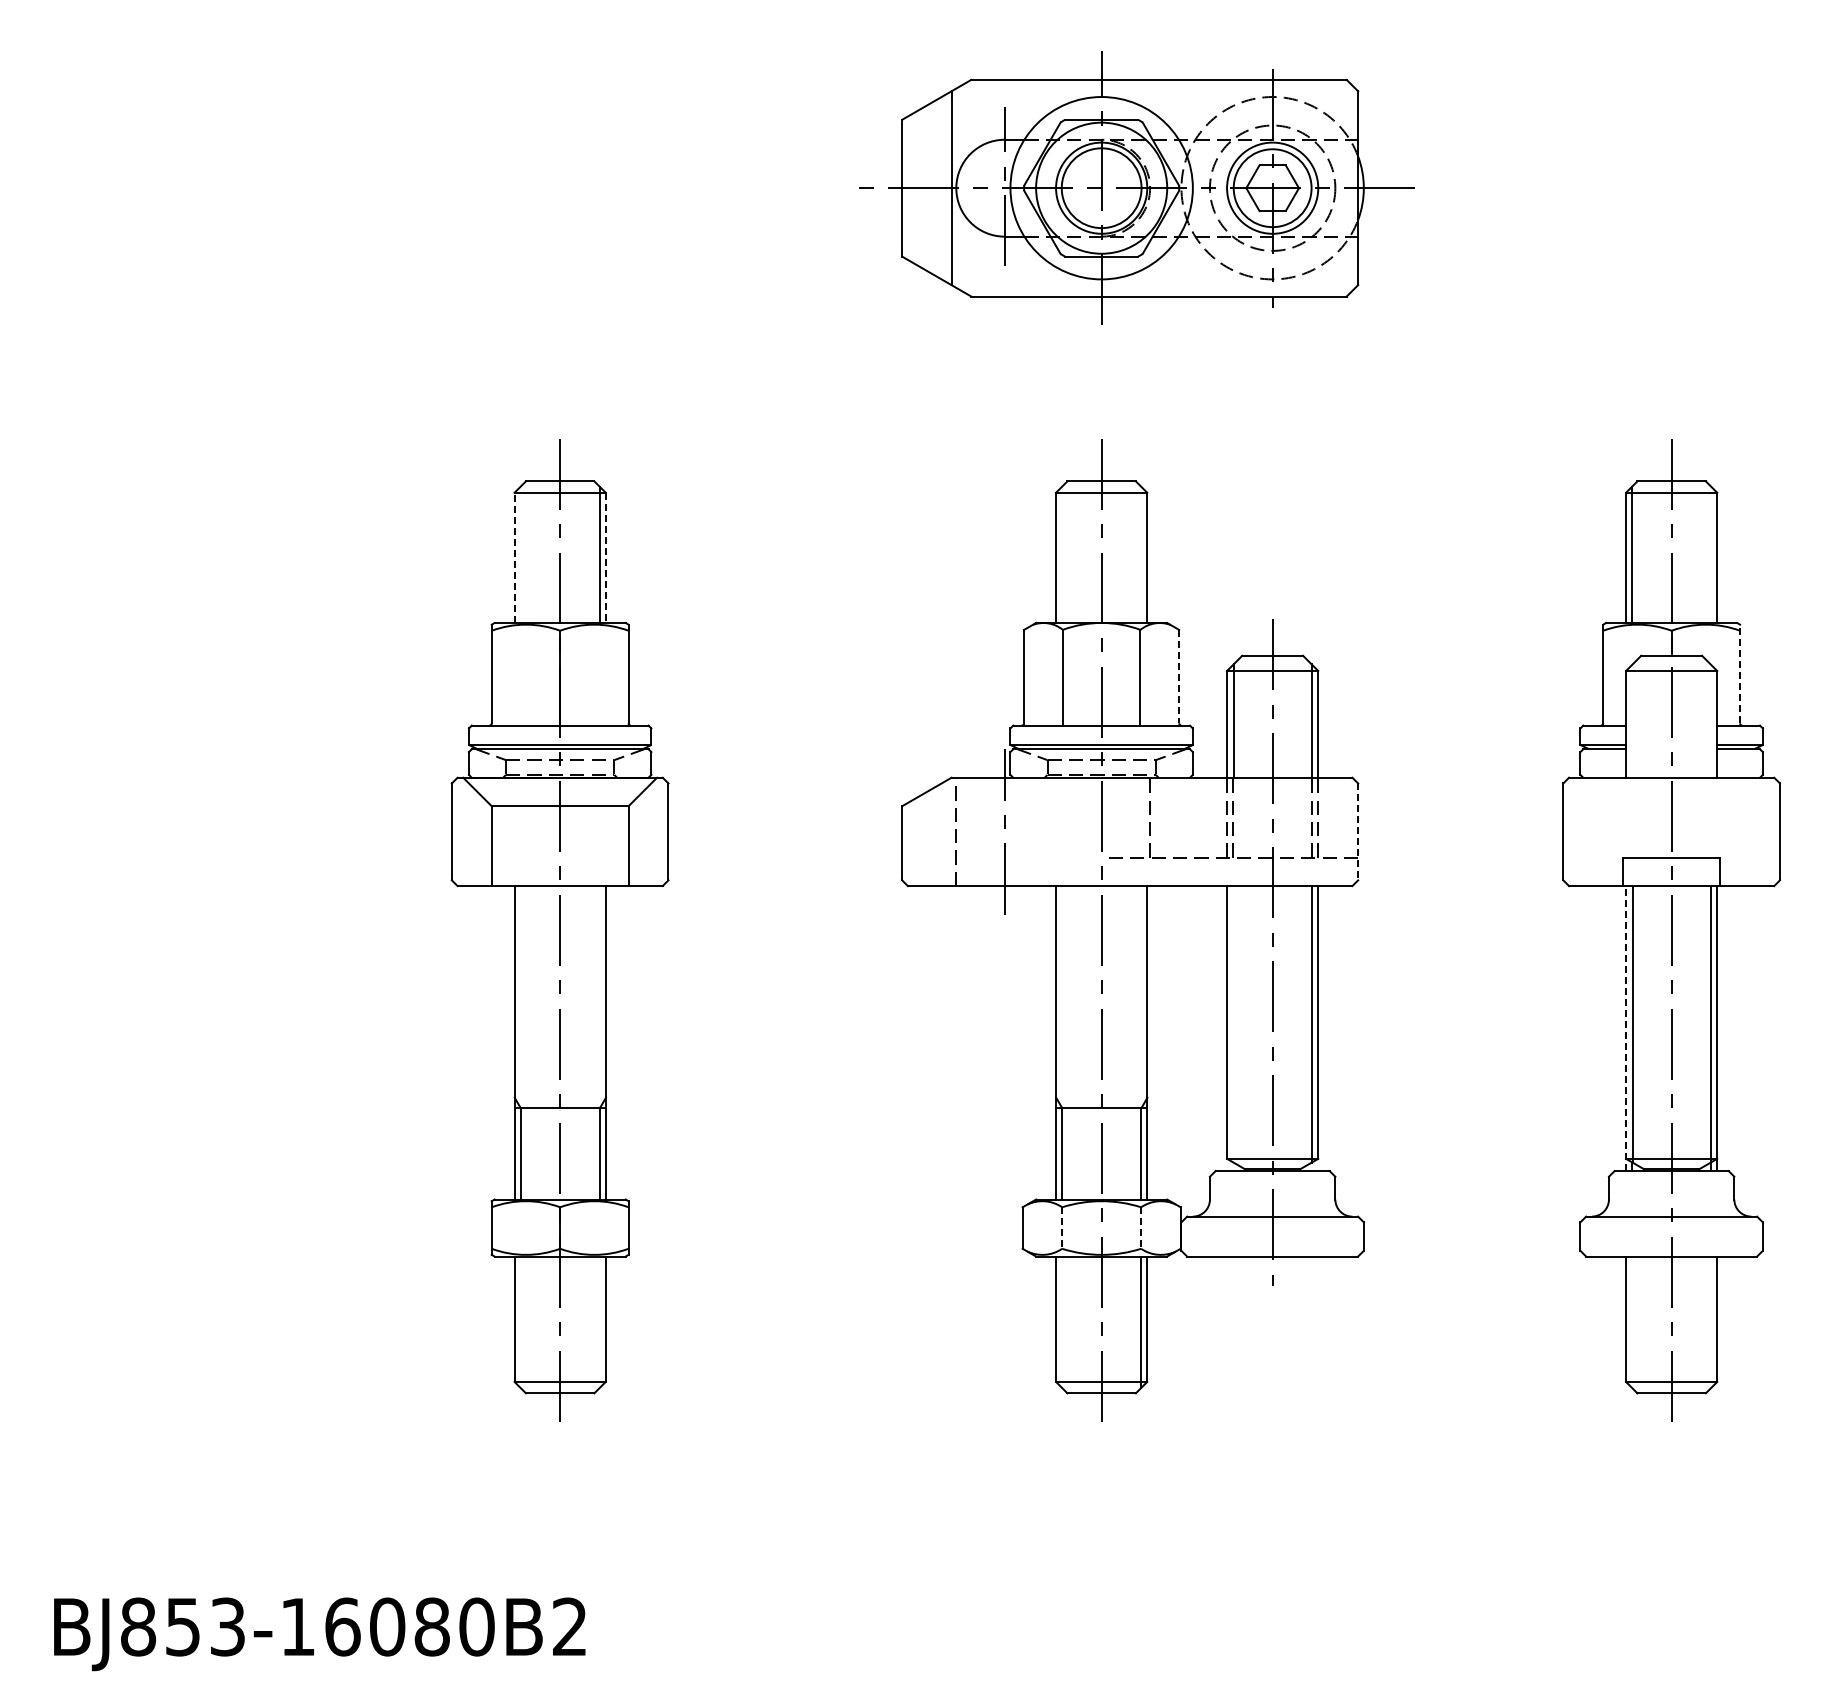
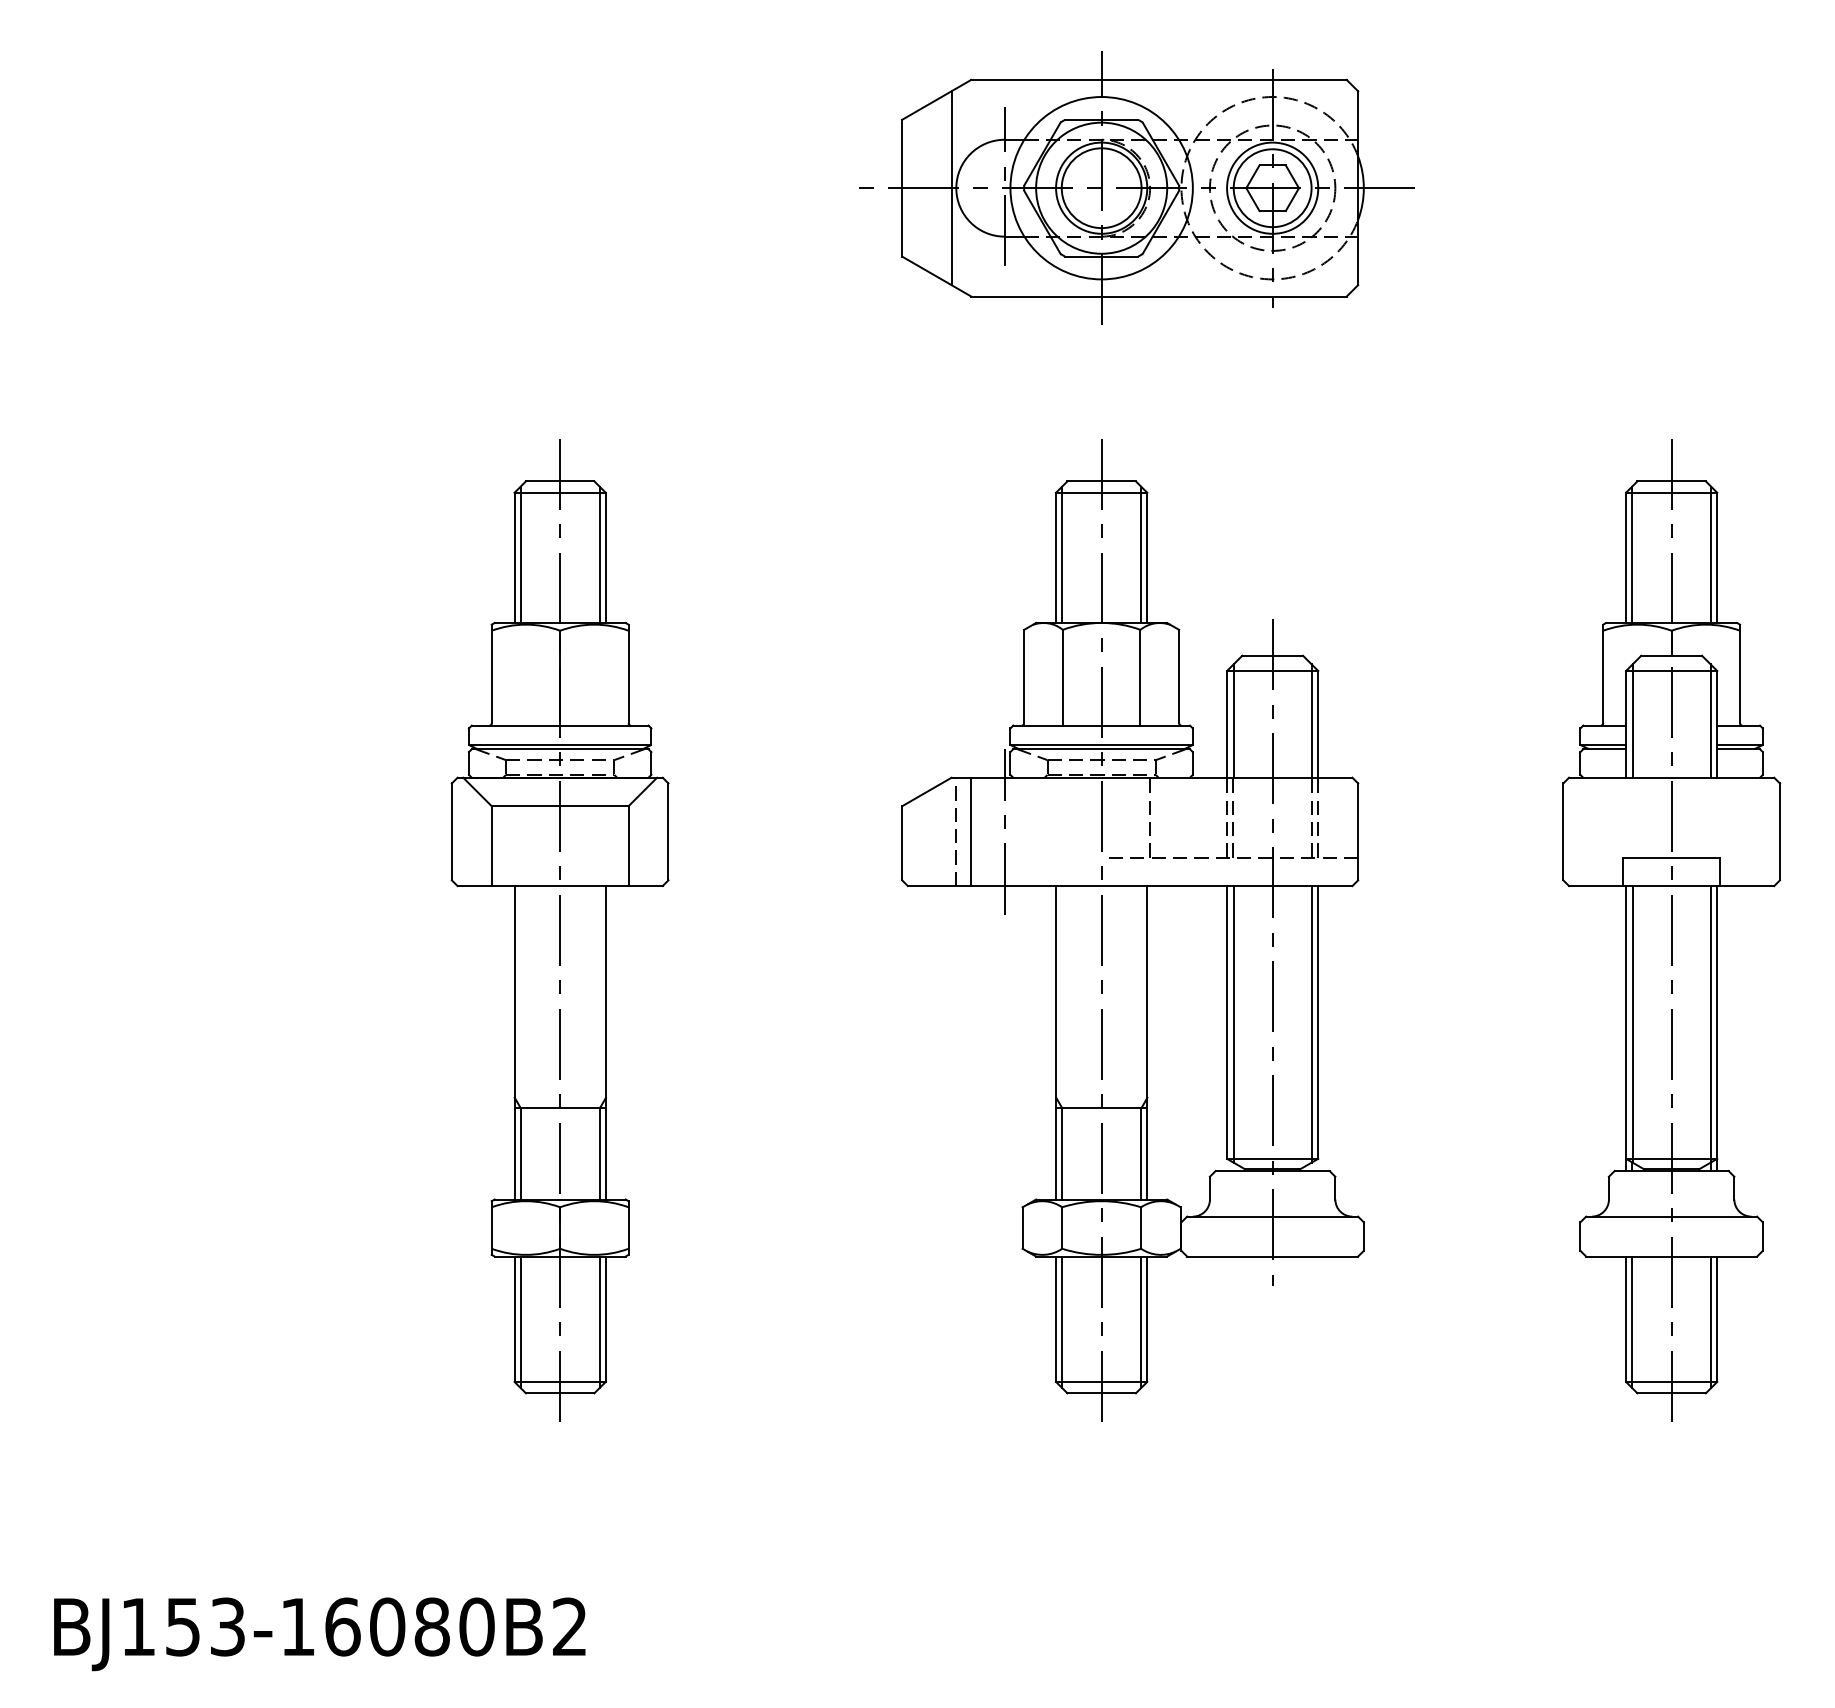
line at (520, 554): none -> present
line at (1062, 554): none -> present
line at (1141, 554): none -> present
line at (1711, 554): none -> present
line at (514, 557): dashed -> solid
line at (605, 558): dashed -> solid
line at (1740, 673): dashed -> solid
line at (1179, 676): dashed -> solid
line at (1632, 720): none -> present
line at (1710, 720): none -> present
line at (971, 831): none -> present
line at (1358, 832): dashed -> solid
line at (1233, 1024): none -> present
line at (1626, 1028): dashed -> solid
line at (1062, 1228): dashed -> solid
line at (1141, 1228): dashed -> solid
line at (520, 1322): none -> present
line at (599, 1322): none -> present
line at (1062, 1322): none -> present
line at (1632, 1322): none -> present
line at (1711, 1322): none -> present
text at (138, 1626): BJ853-16080B2 -> BJ153-16080B2
